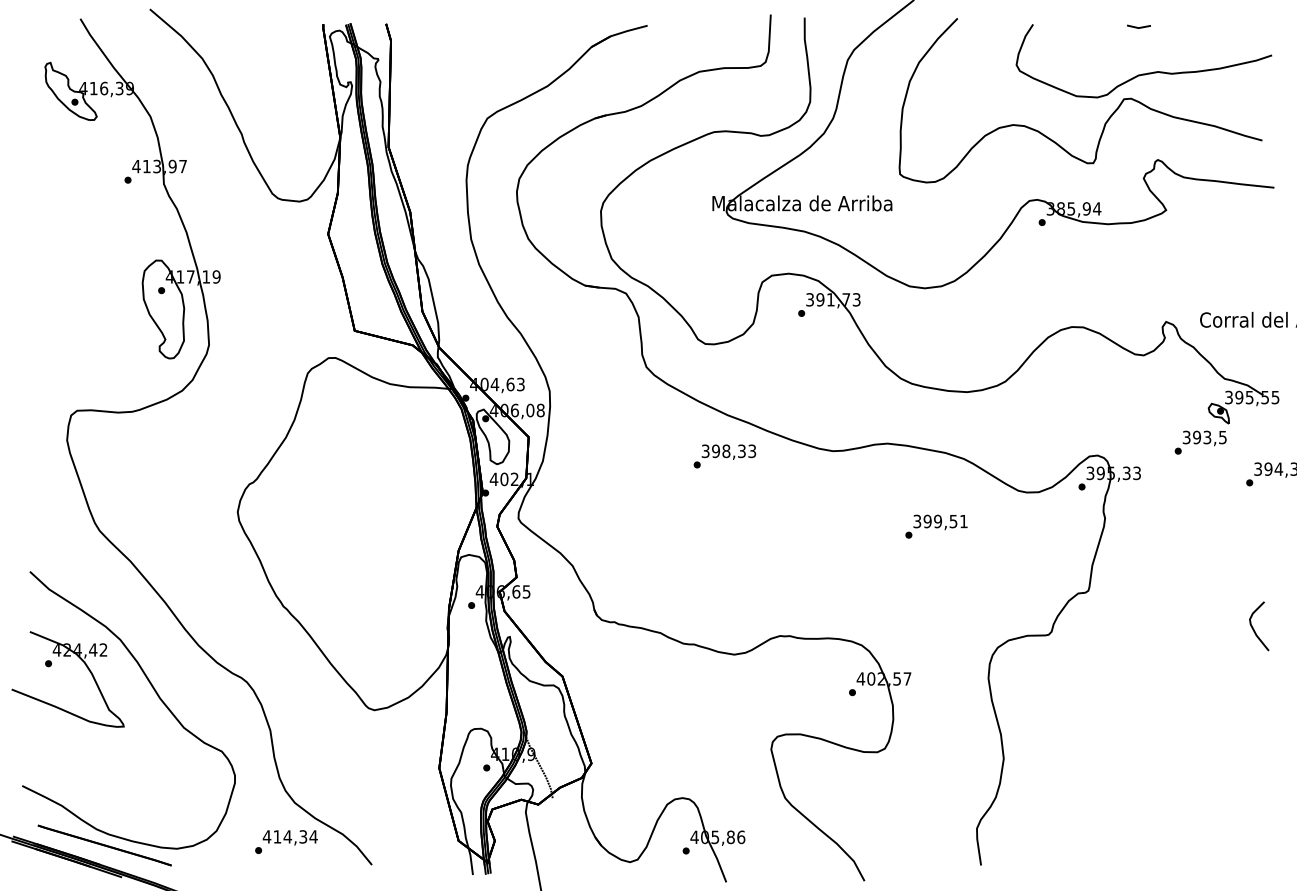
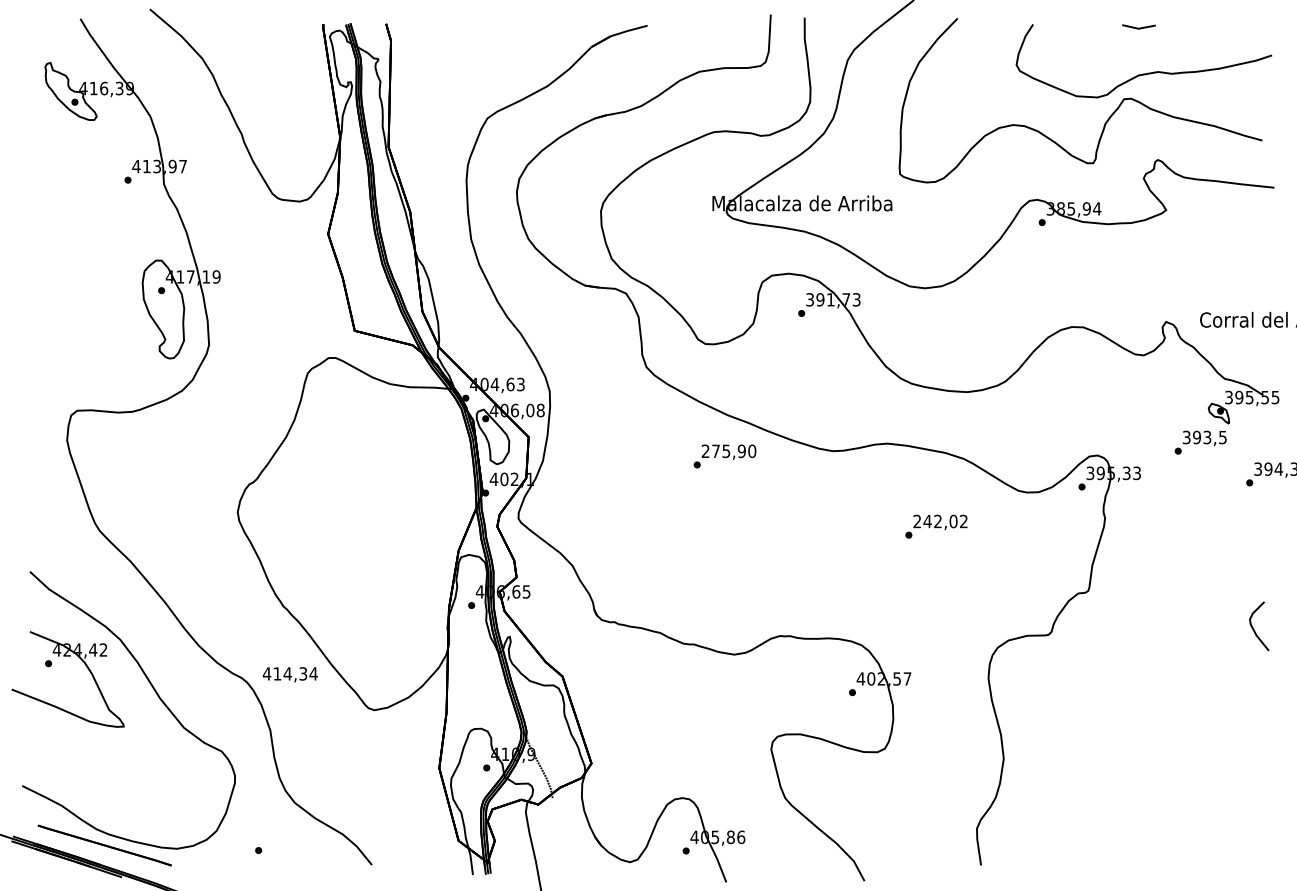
part at (1138, 26) size: 24x5 px -> 34x6 px
text at (728, 451): 398,33 -> 275,90
text at (940, 521): 399,51 -> 242,02
text at (289, 837) position: (289, 837) -> (289, 674)
